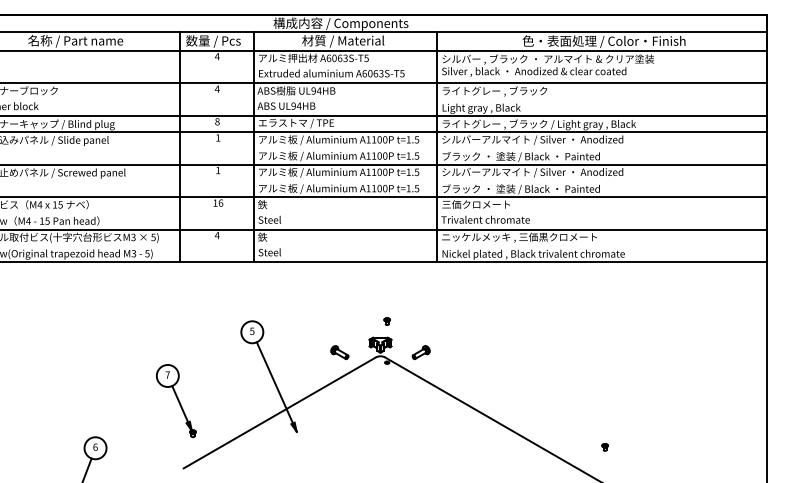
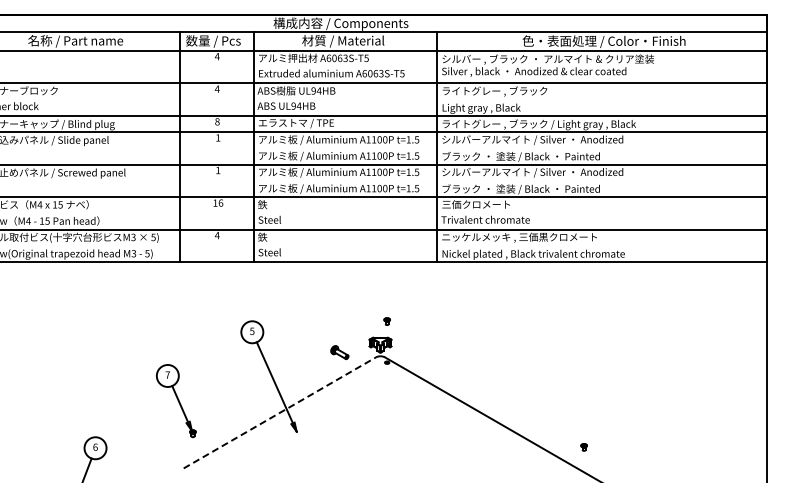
part at (420, 352): present -> none
line at (280, 412): solid -> dashed
part at (604, 447) position: (604, 447) -> (583, 447)
